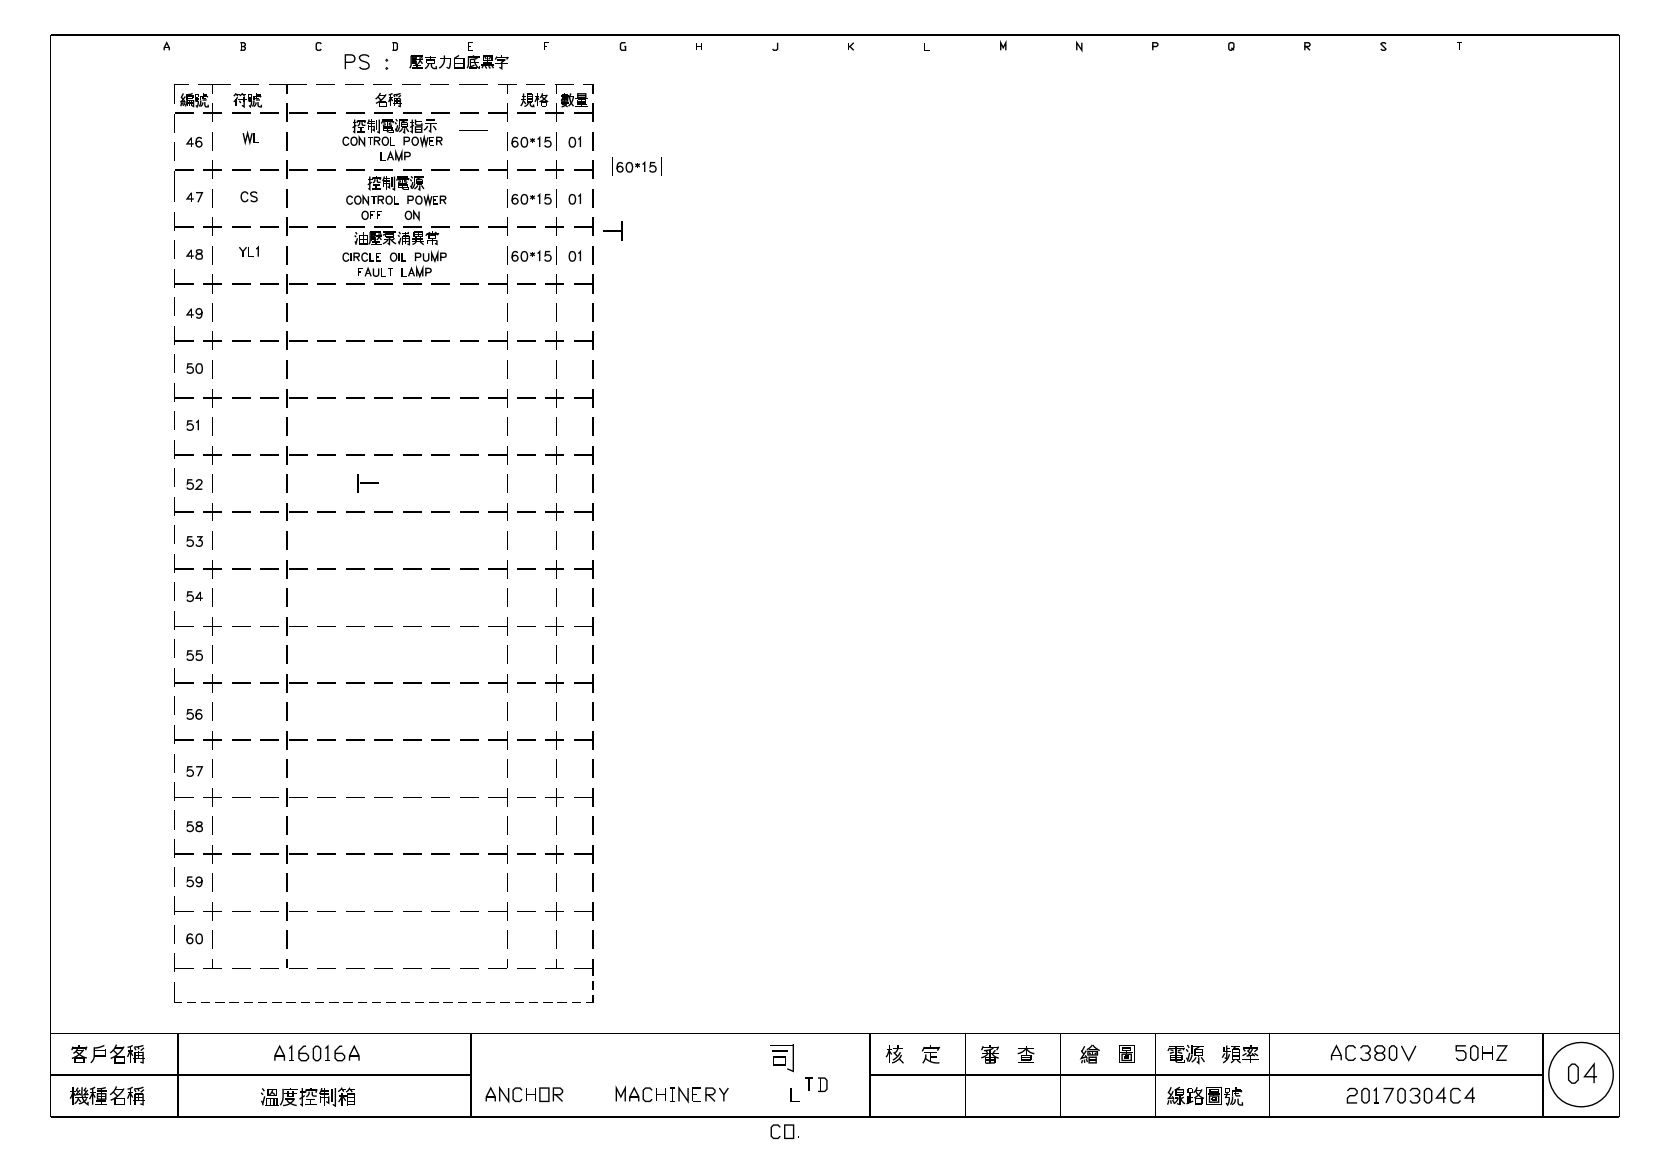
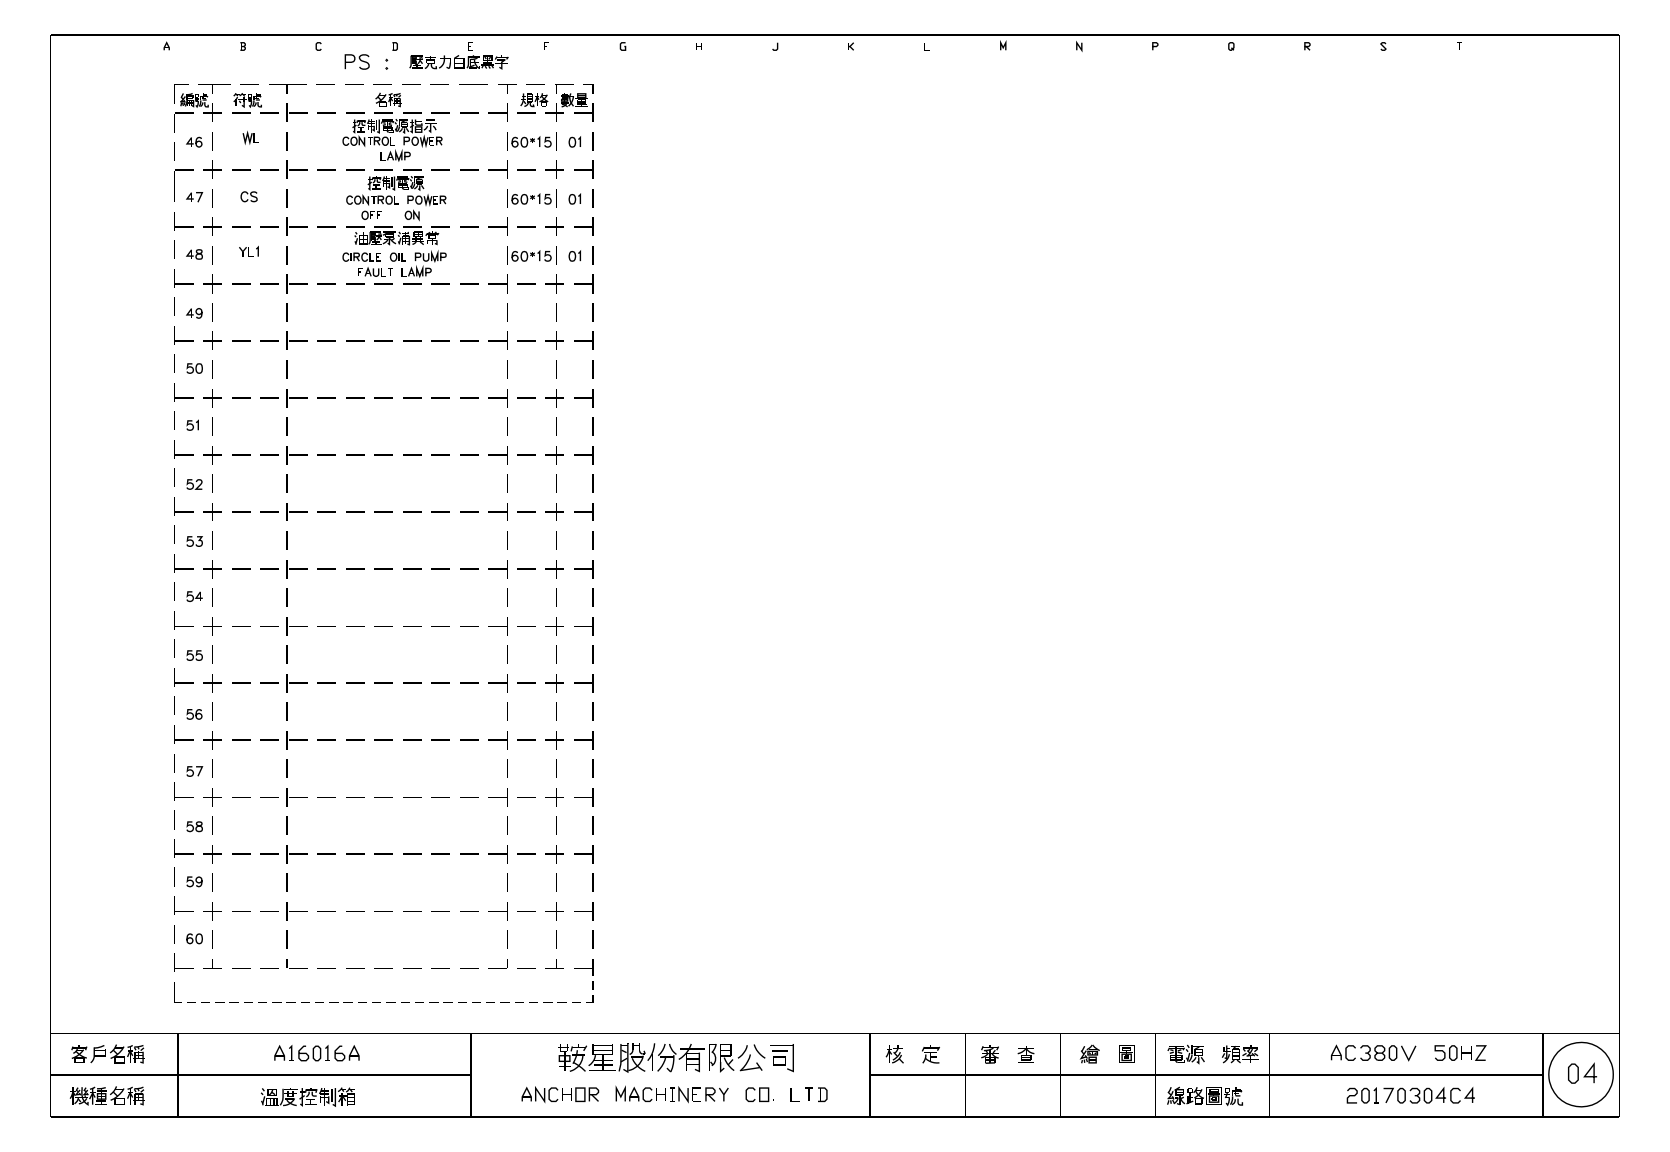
line at (473, 130): present -> none
part at (636, 166): present -> none
part at (612, 230): present -> none
part at (367, 483): present -> none
part at (1481, 1052) position: (1481, 1052) -> (1460, 1052)
part at (661, 1057): none -> present
part at (816, 1084) position: (816, 1084) -> (816, 1094)
part at (524, 1094) position: (524, 1094) -> (560, 1094)
part at (784, 1131) position: (784, 1131) -> (759, 1094)
